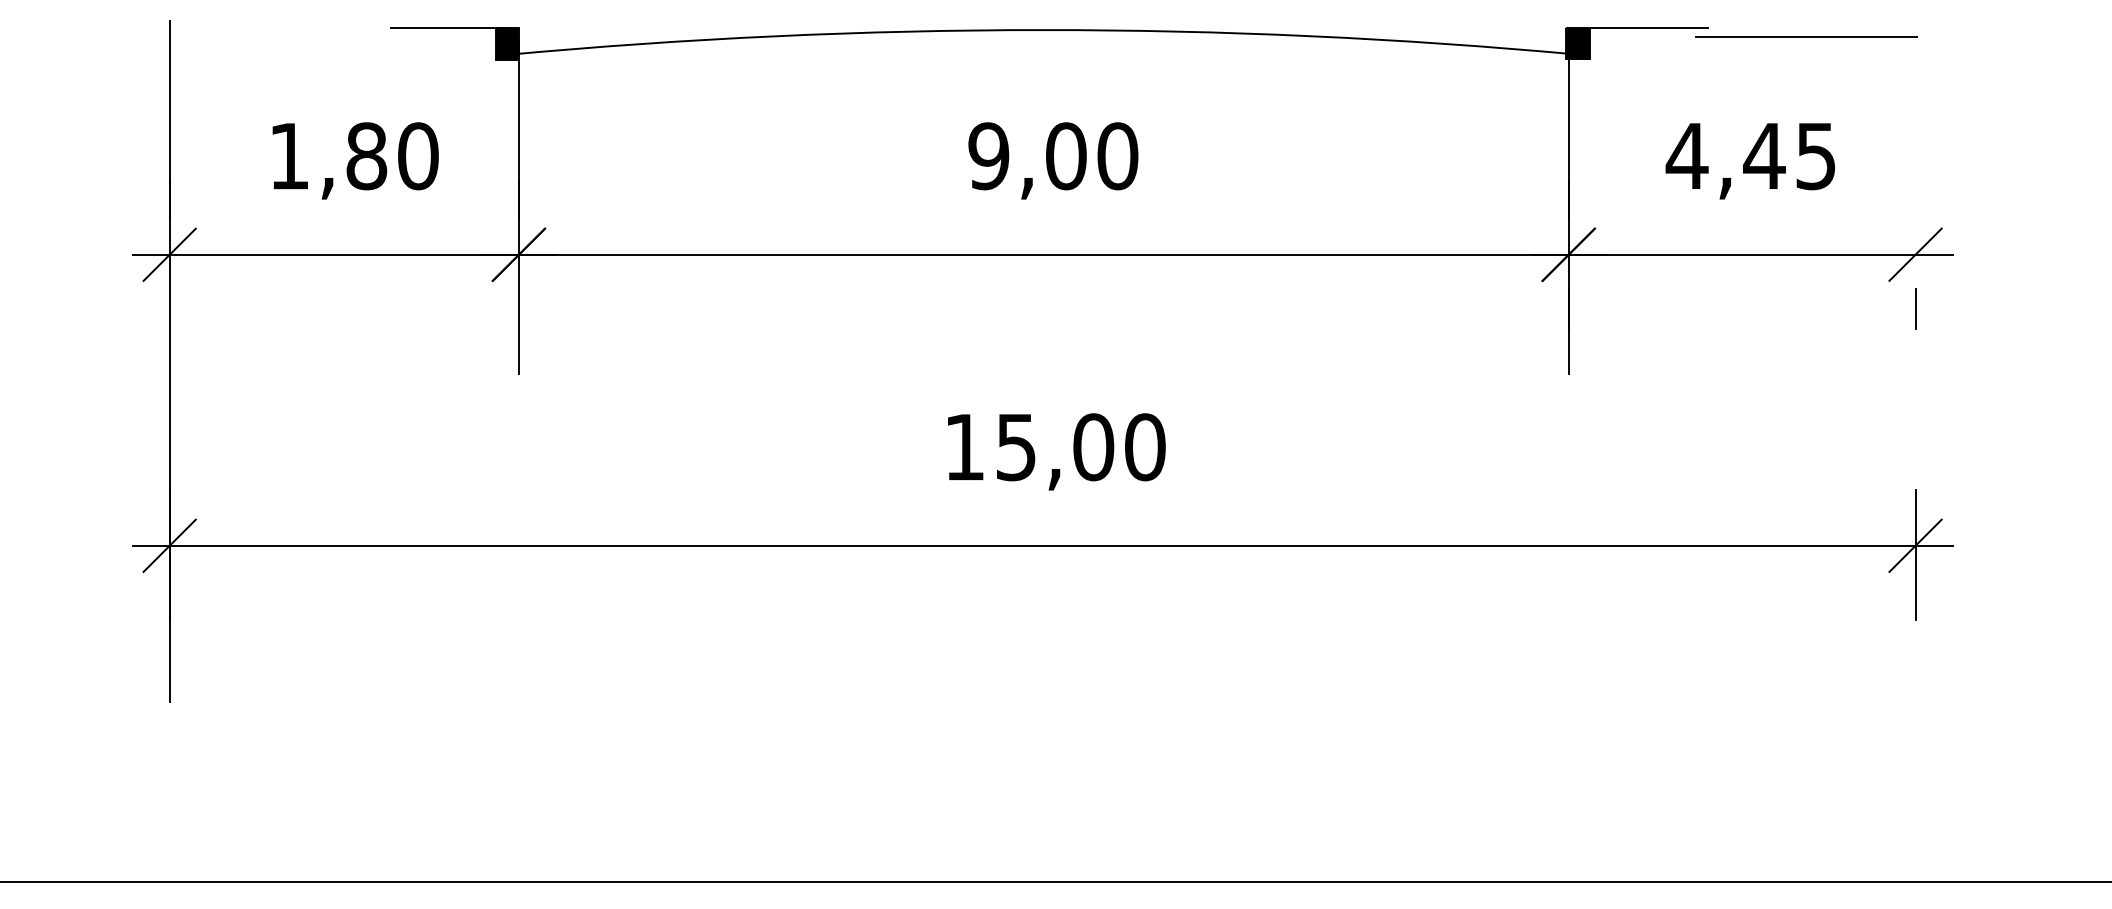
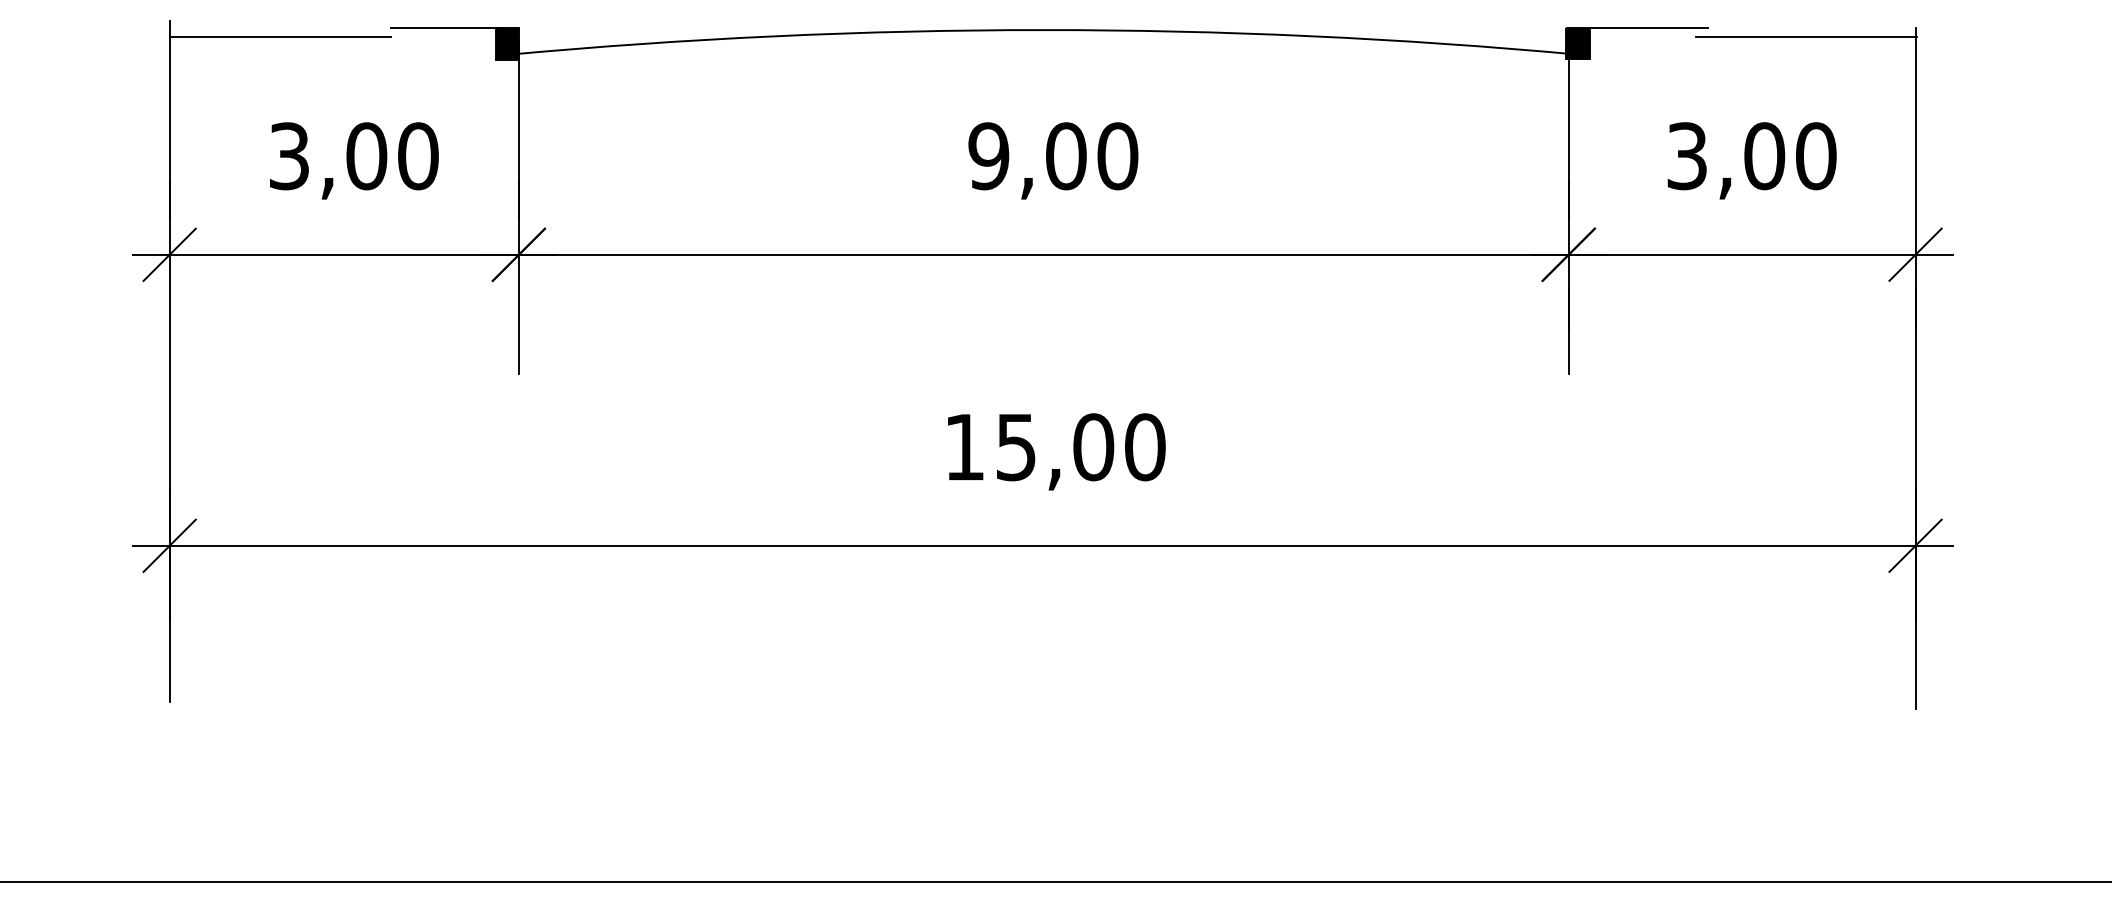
line at (279, 37): none -> present
text at (328, 156): 1,80 -> 3,00
text at (1750, 156): 4,45 -> 3,00
line at (1915, 367): none -> present
